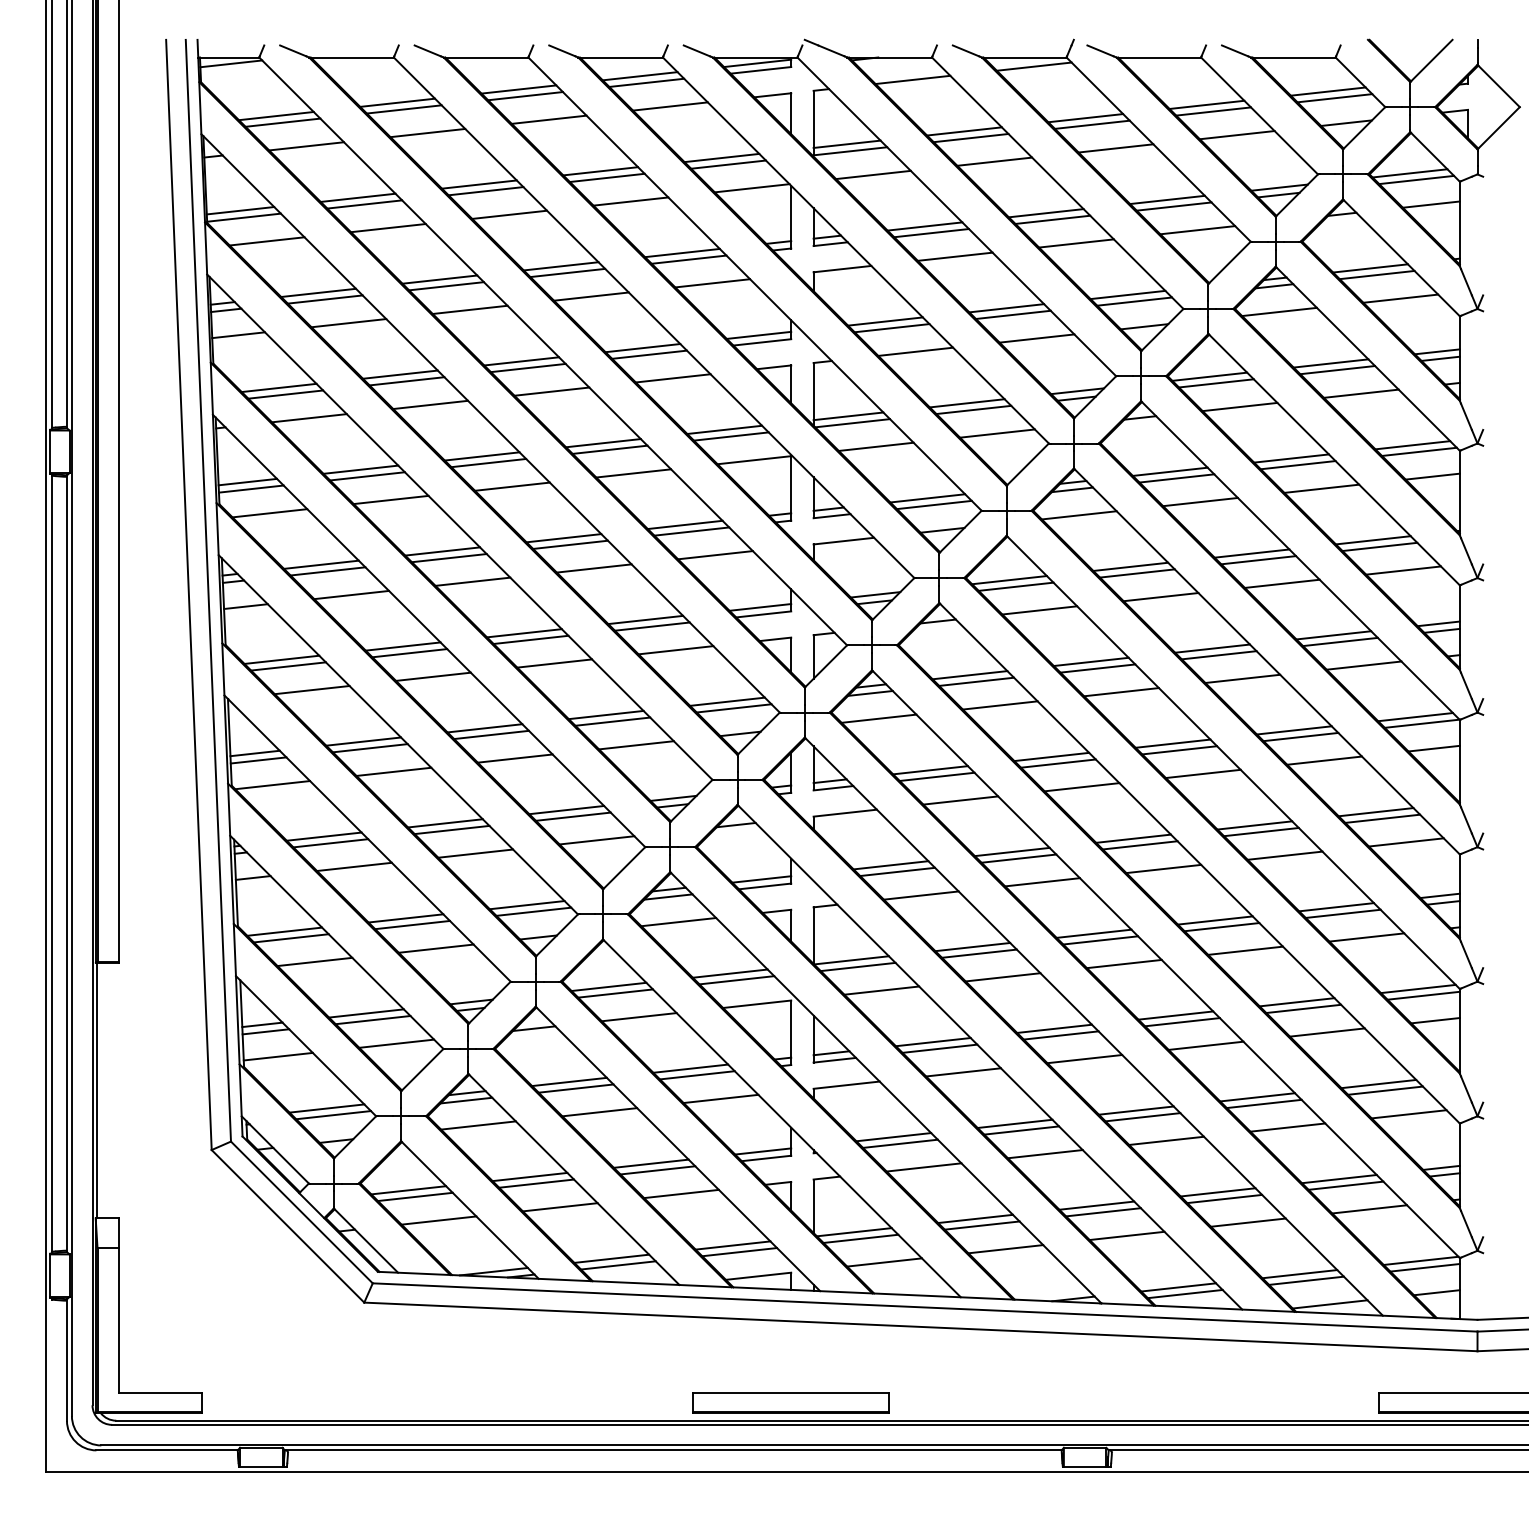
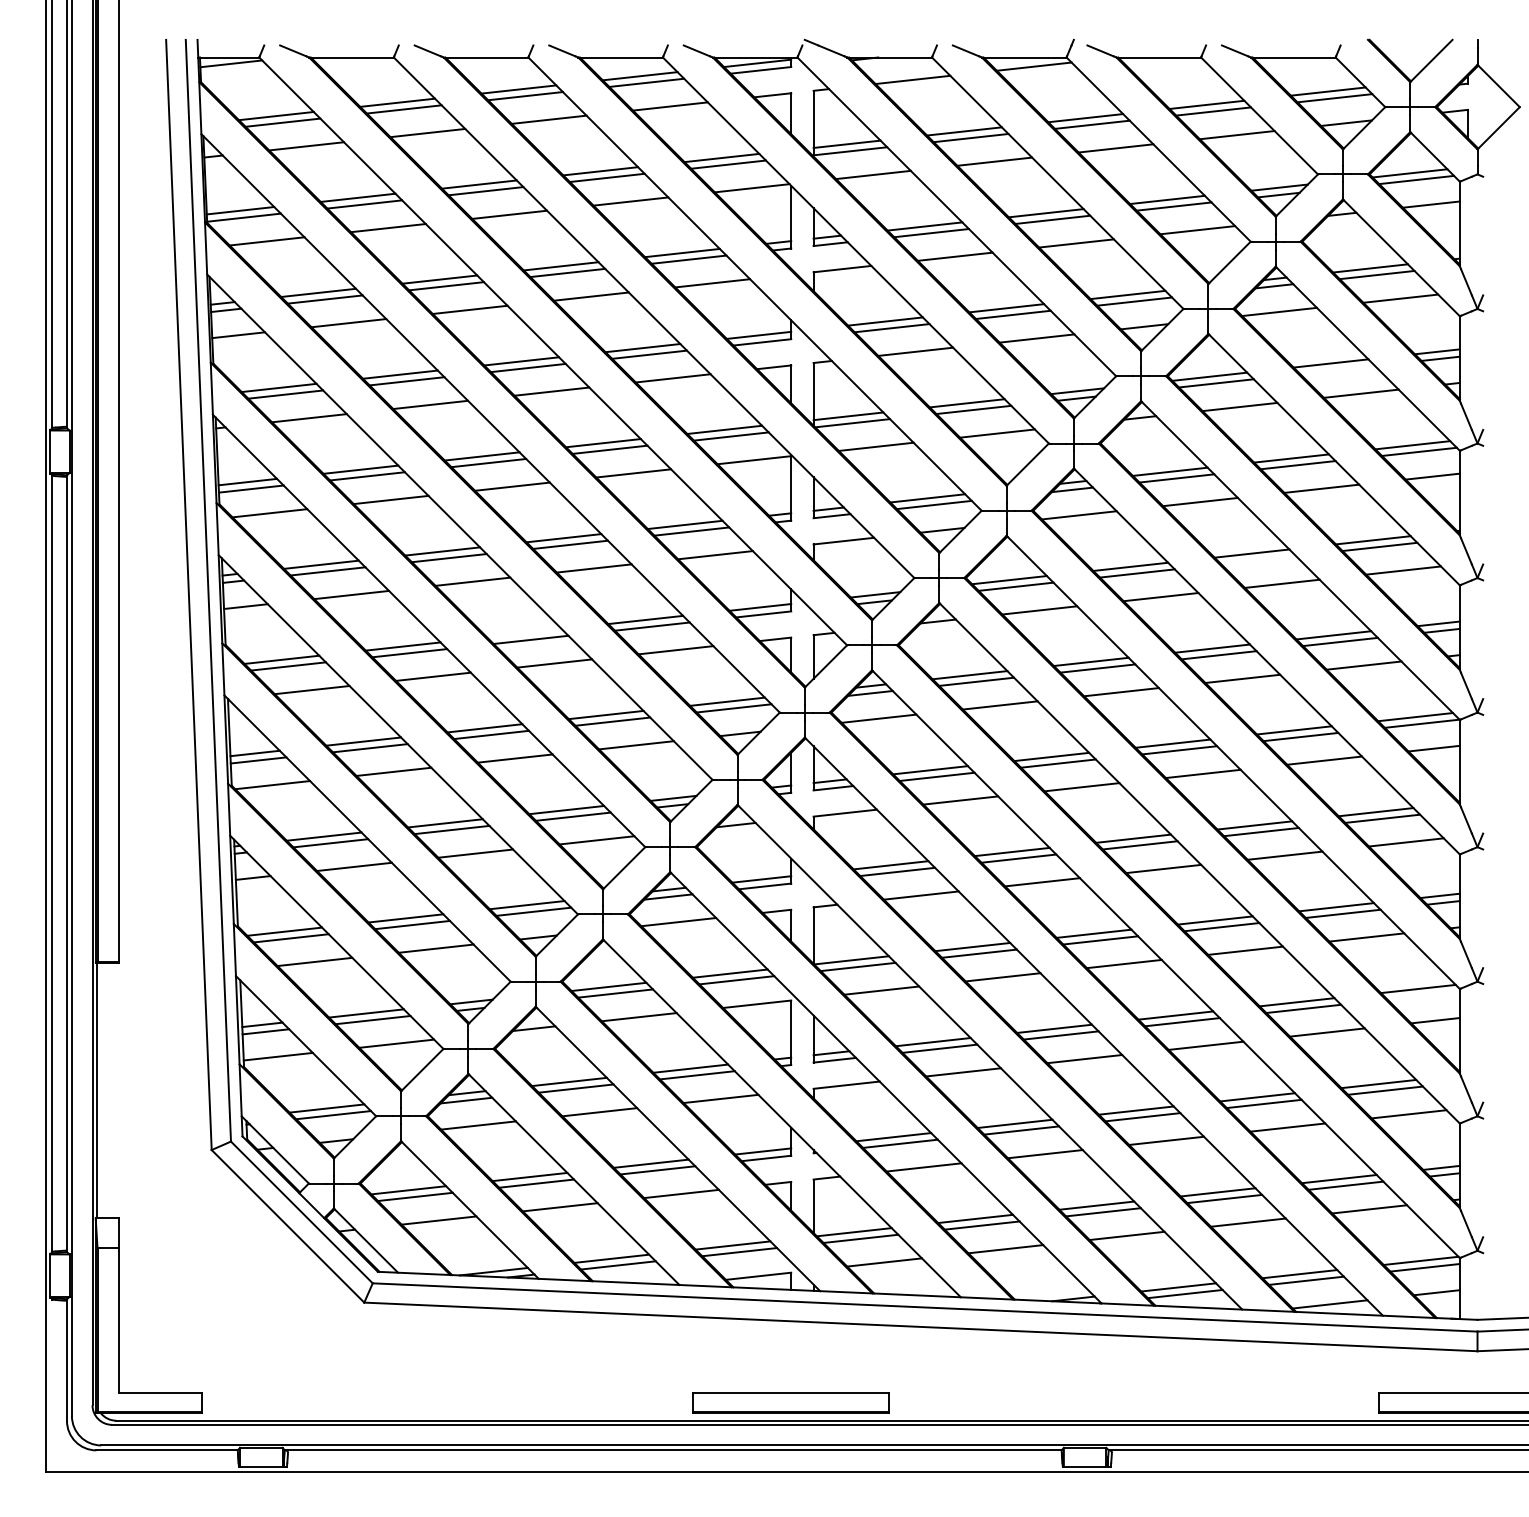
line at (1337, 370): present -> none
line at (1258, 560): present -> none
line at (524, 633): present -> none
line at (1423, 995): present -> none
